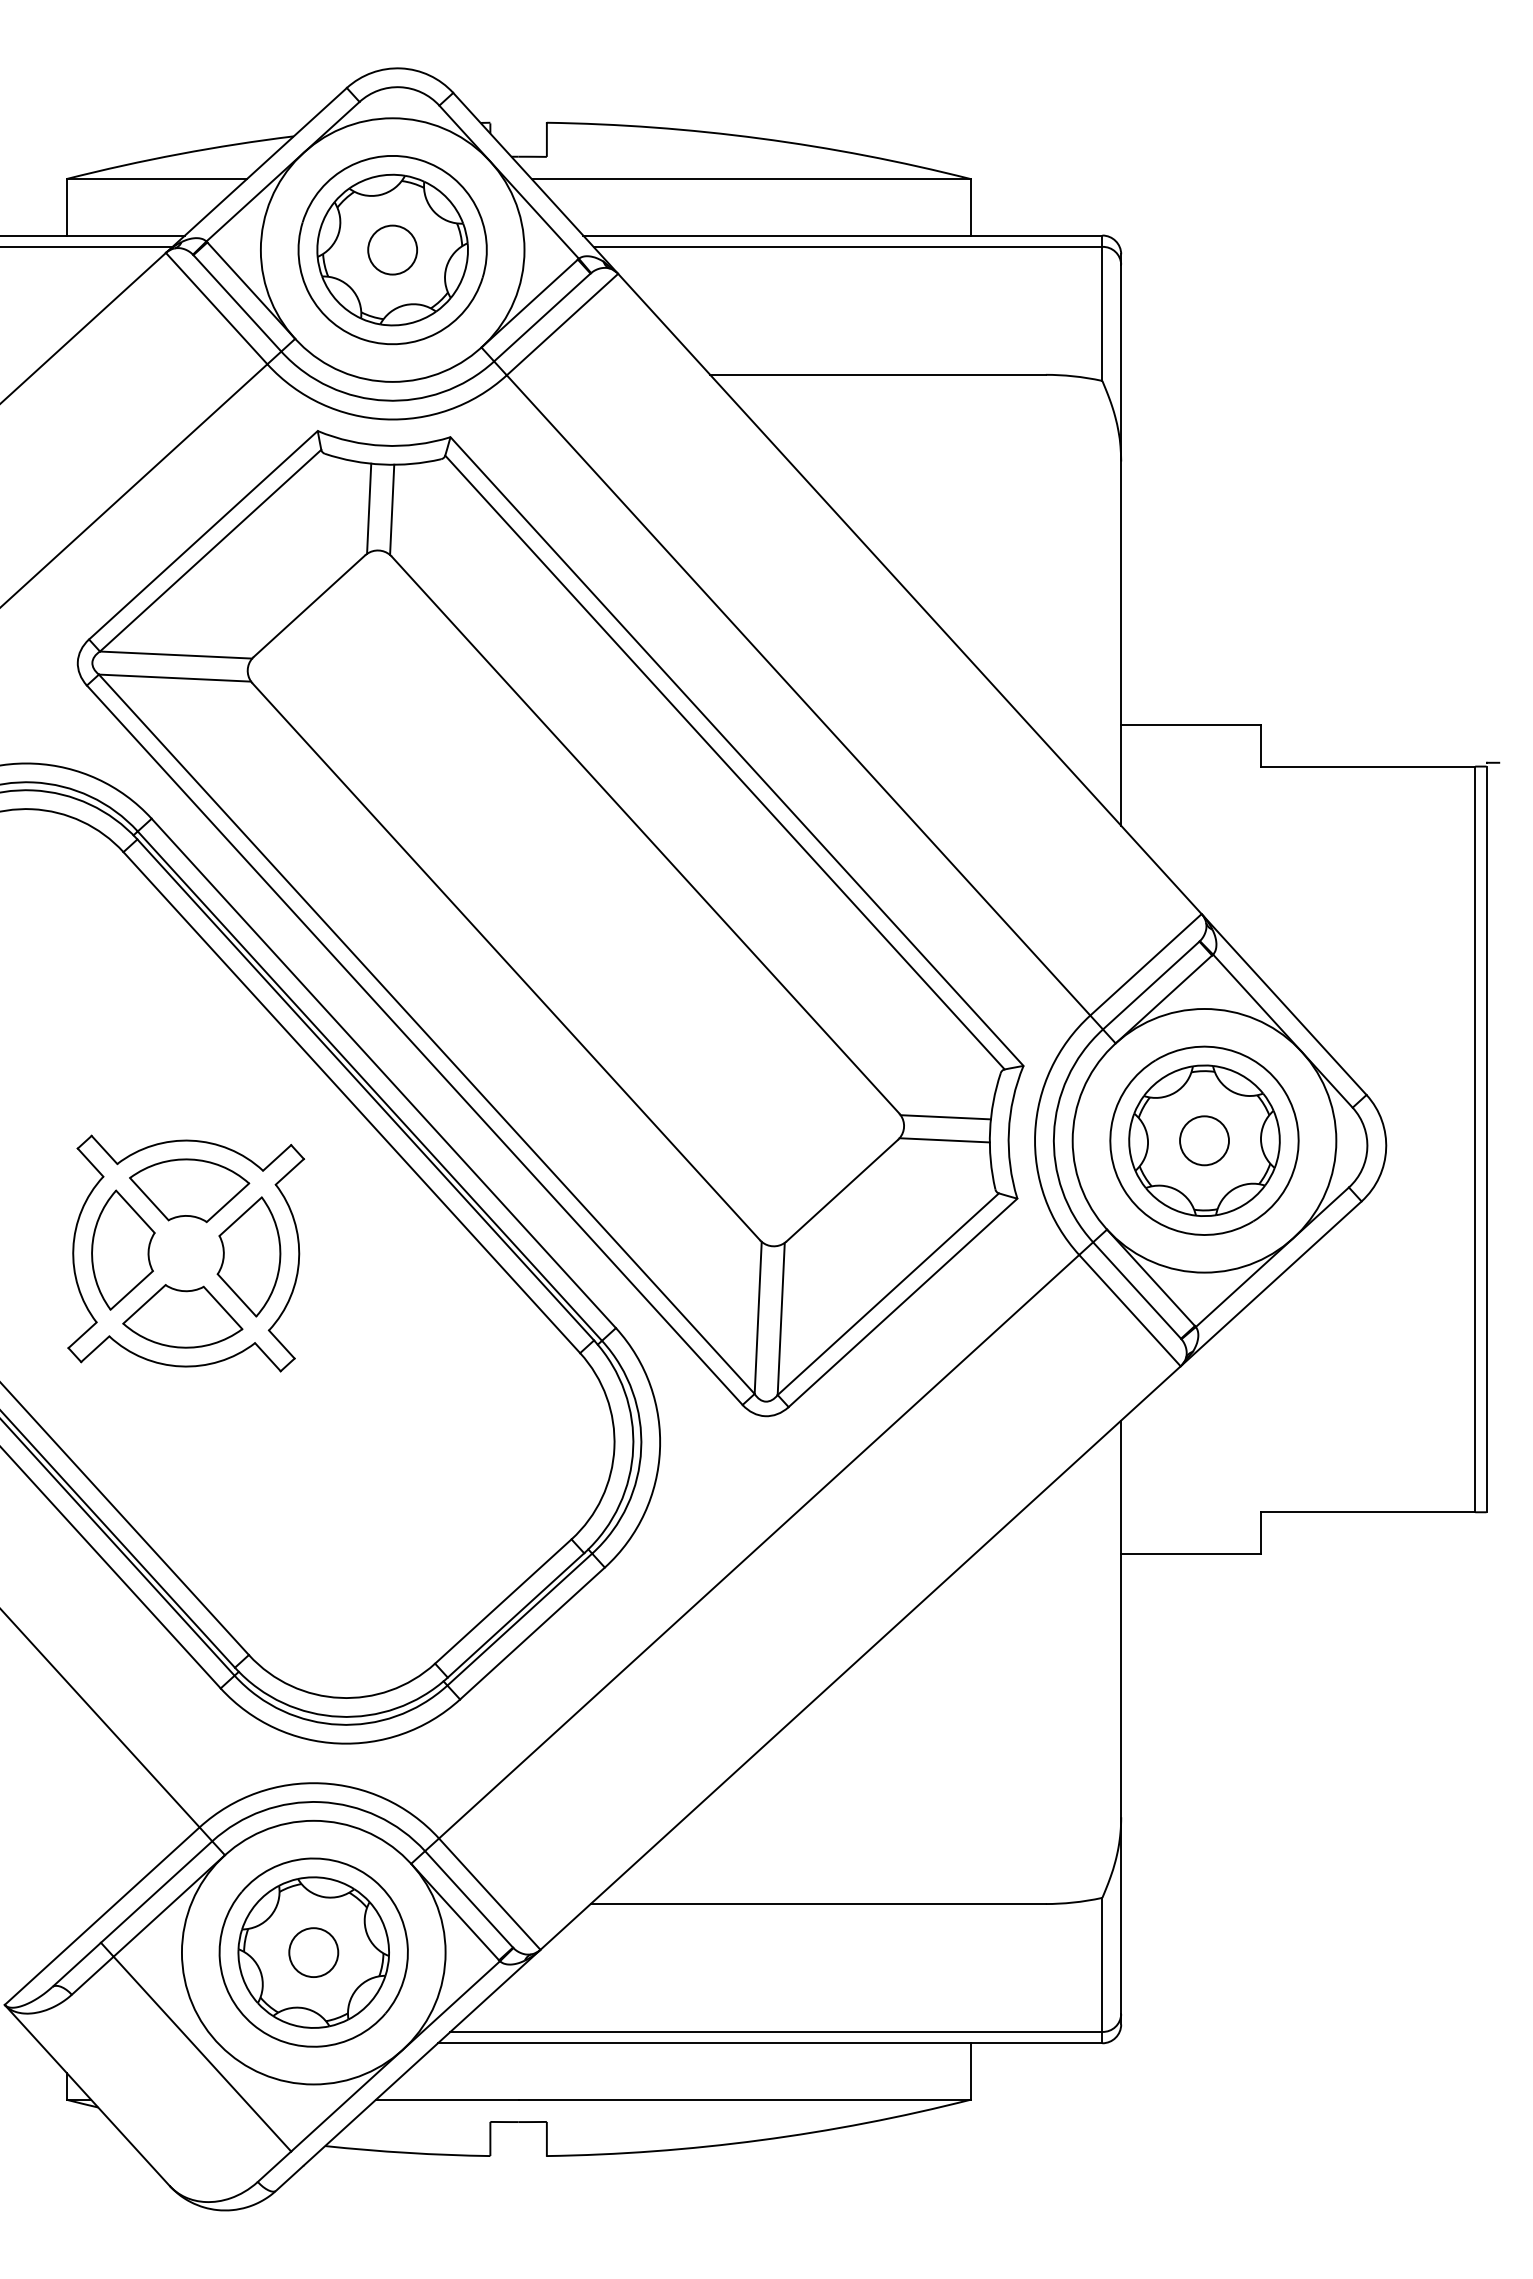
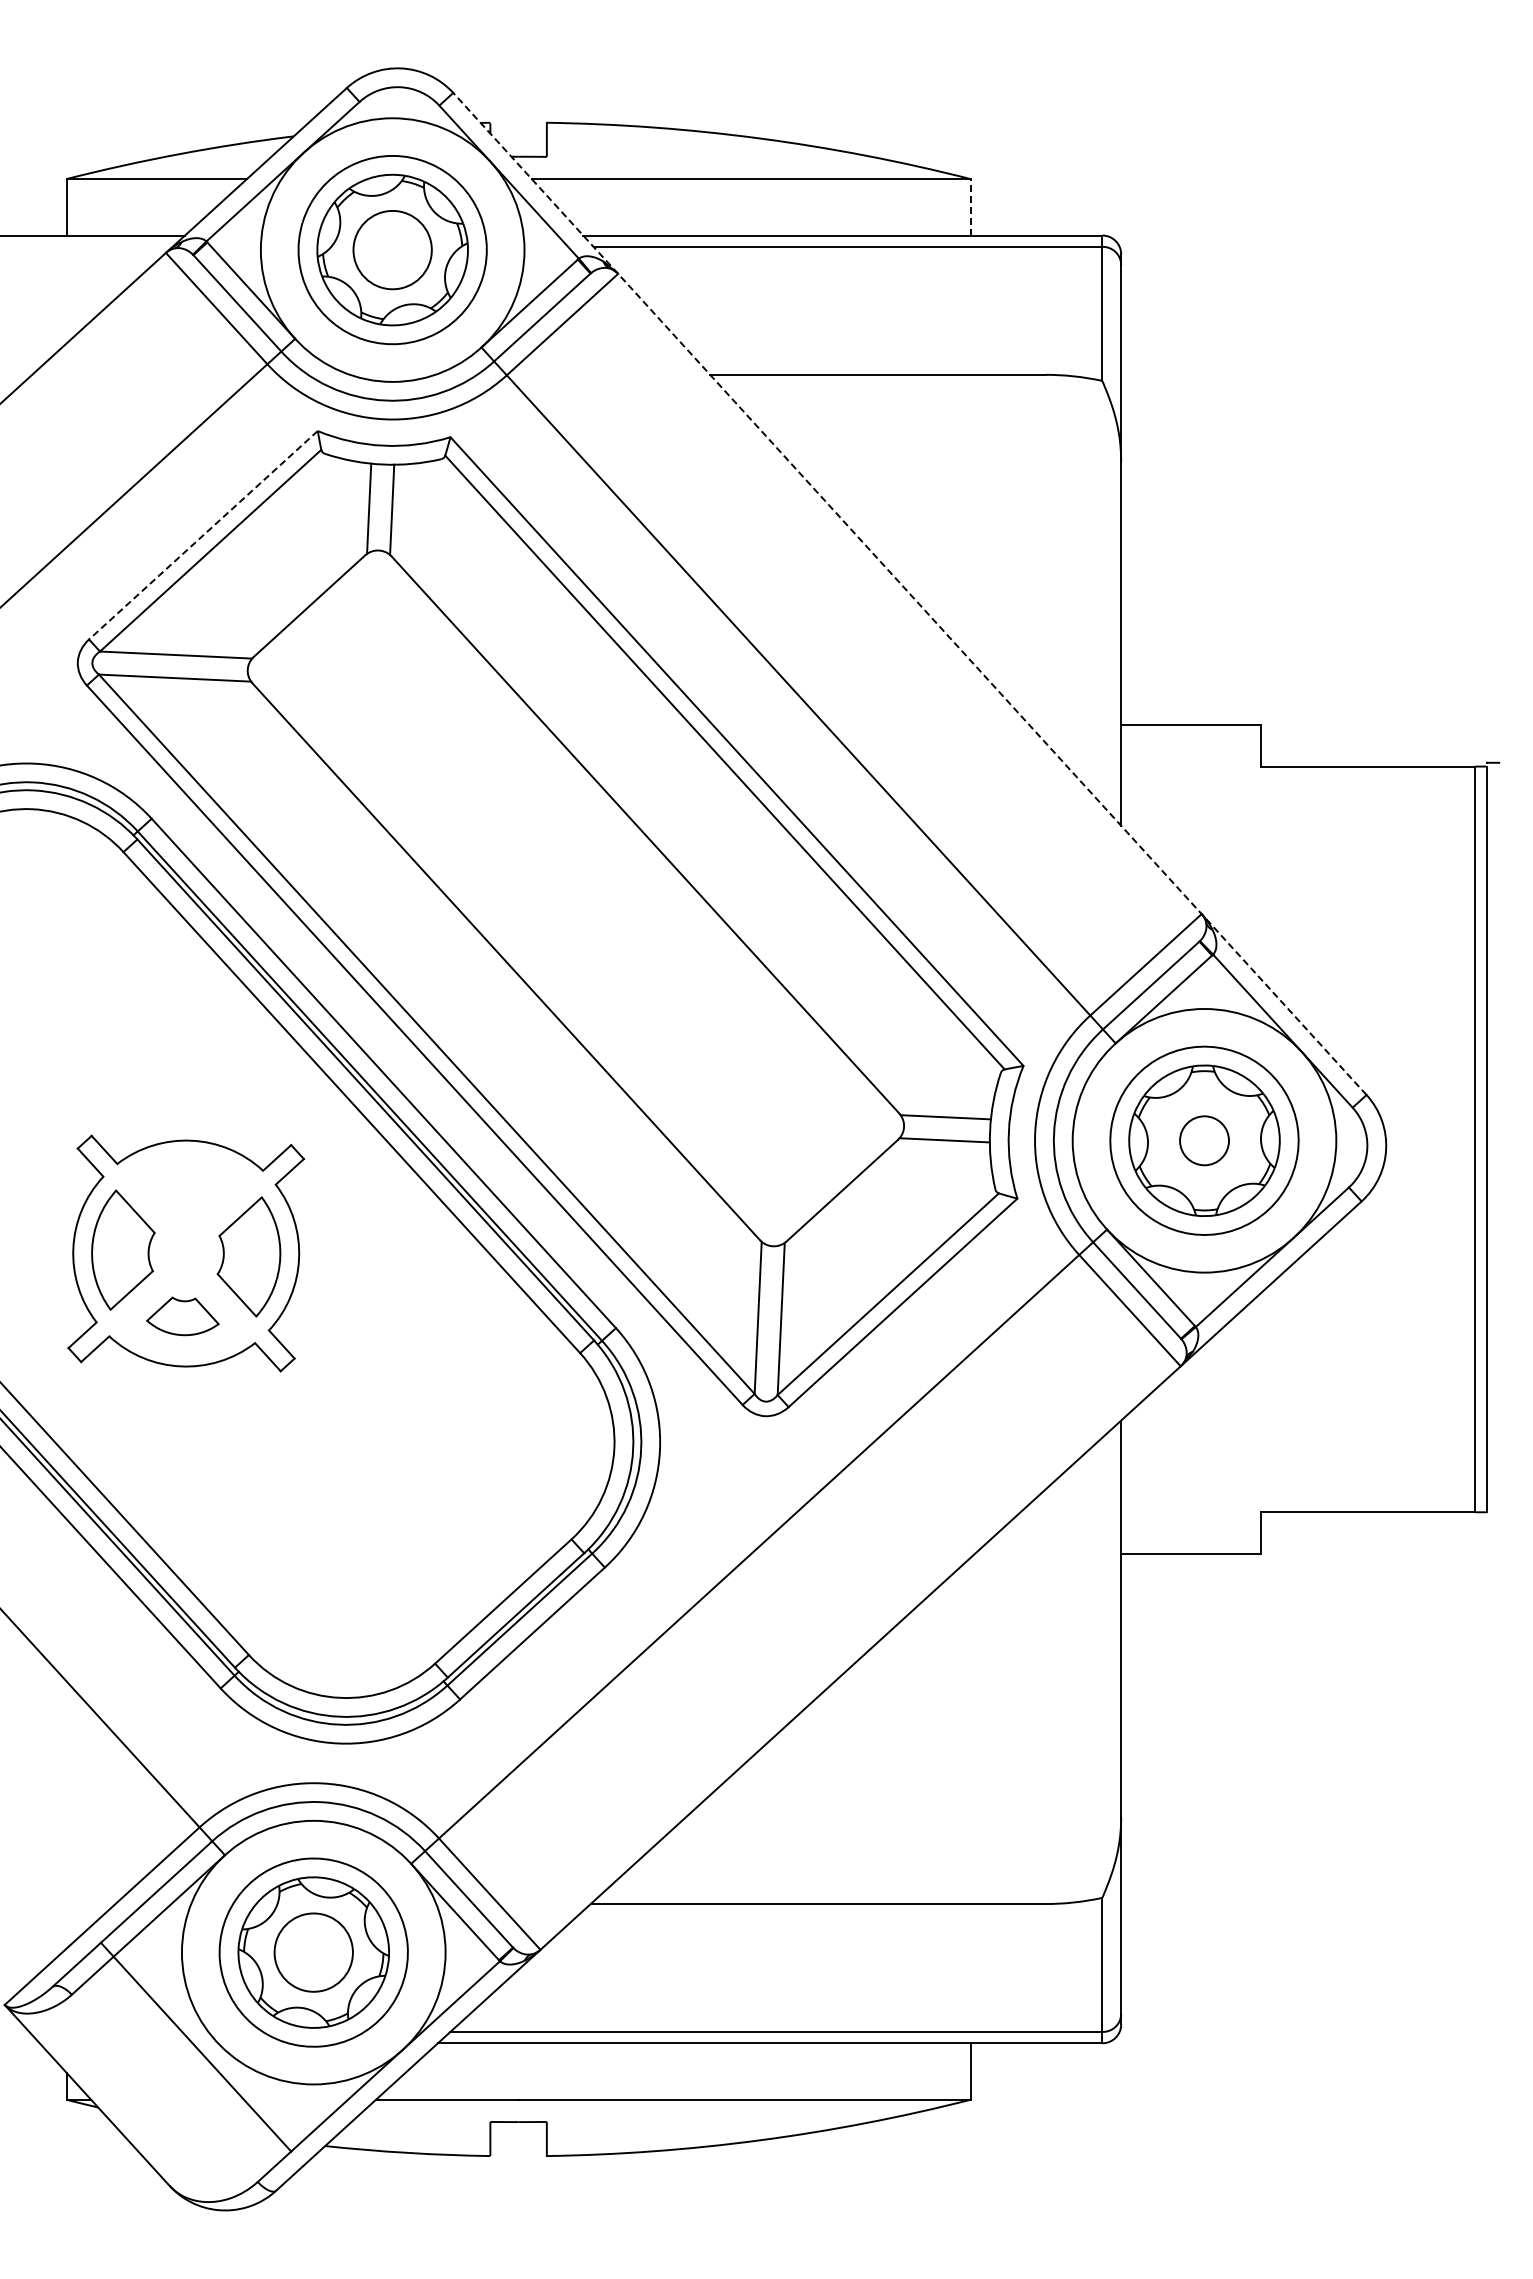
line at (970, 206): solid -> dashed
line at (87, 246): present -> none
circle at (392, 249) diameter: 49 px -> 78 px
line at (203, 535): solid -> dashed
line at (909, 593): solid -> dashed
part at (189, 1190): present -> none
part at (182, 1316) size: 122x65 px -> 74x41 px
circle at (313, 1952) diameter: 49 px -> 78 px
